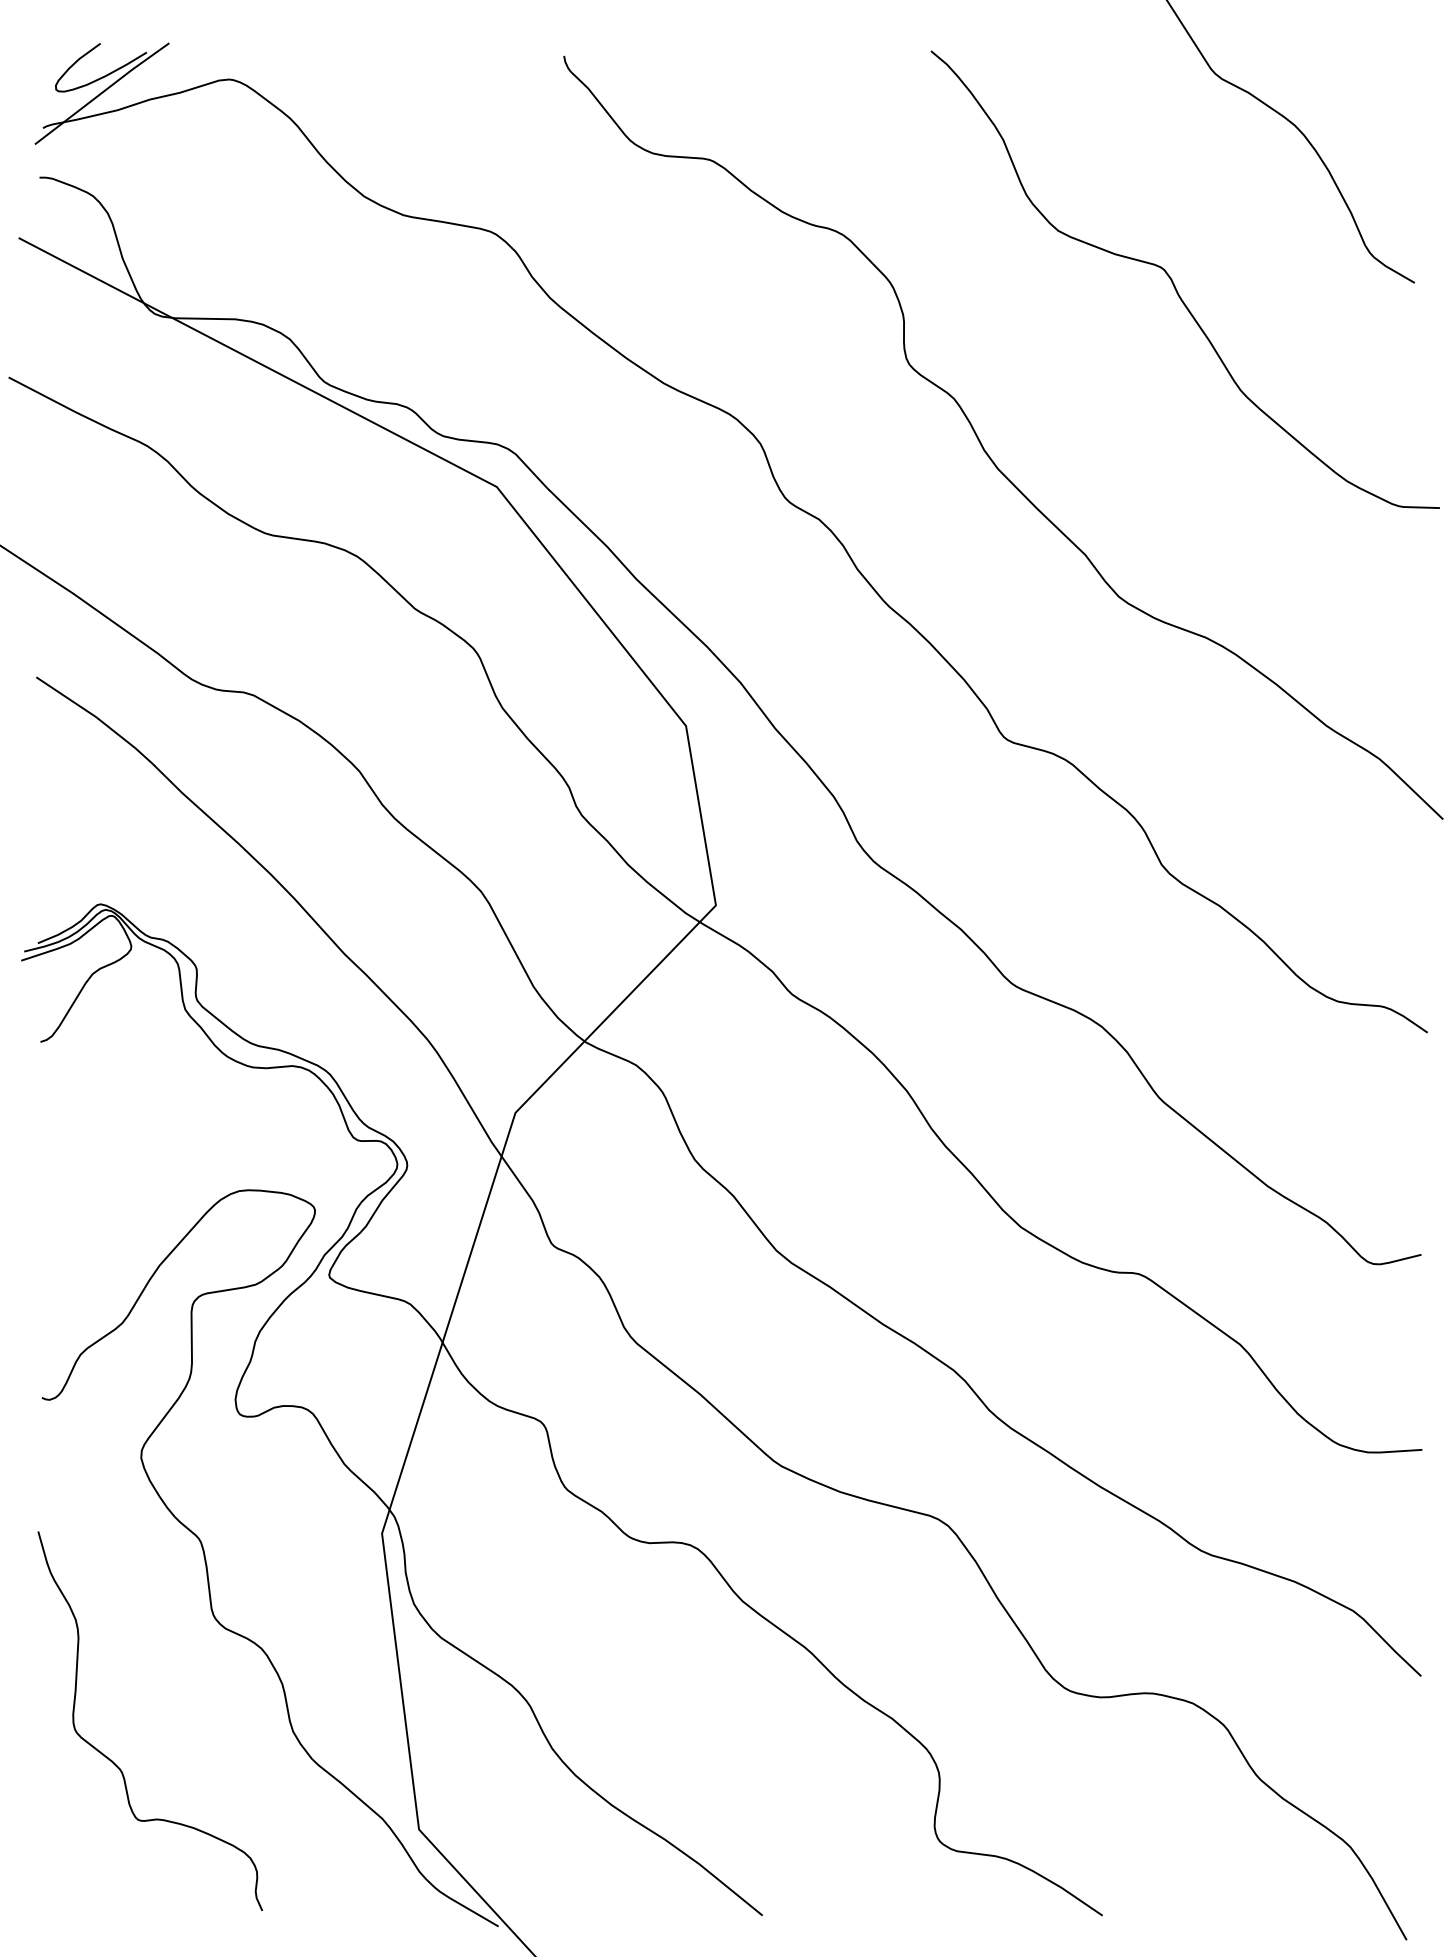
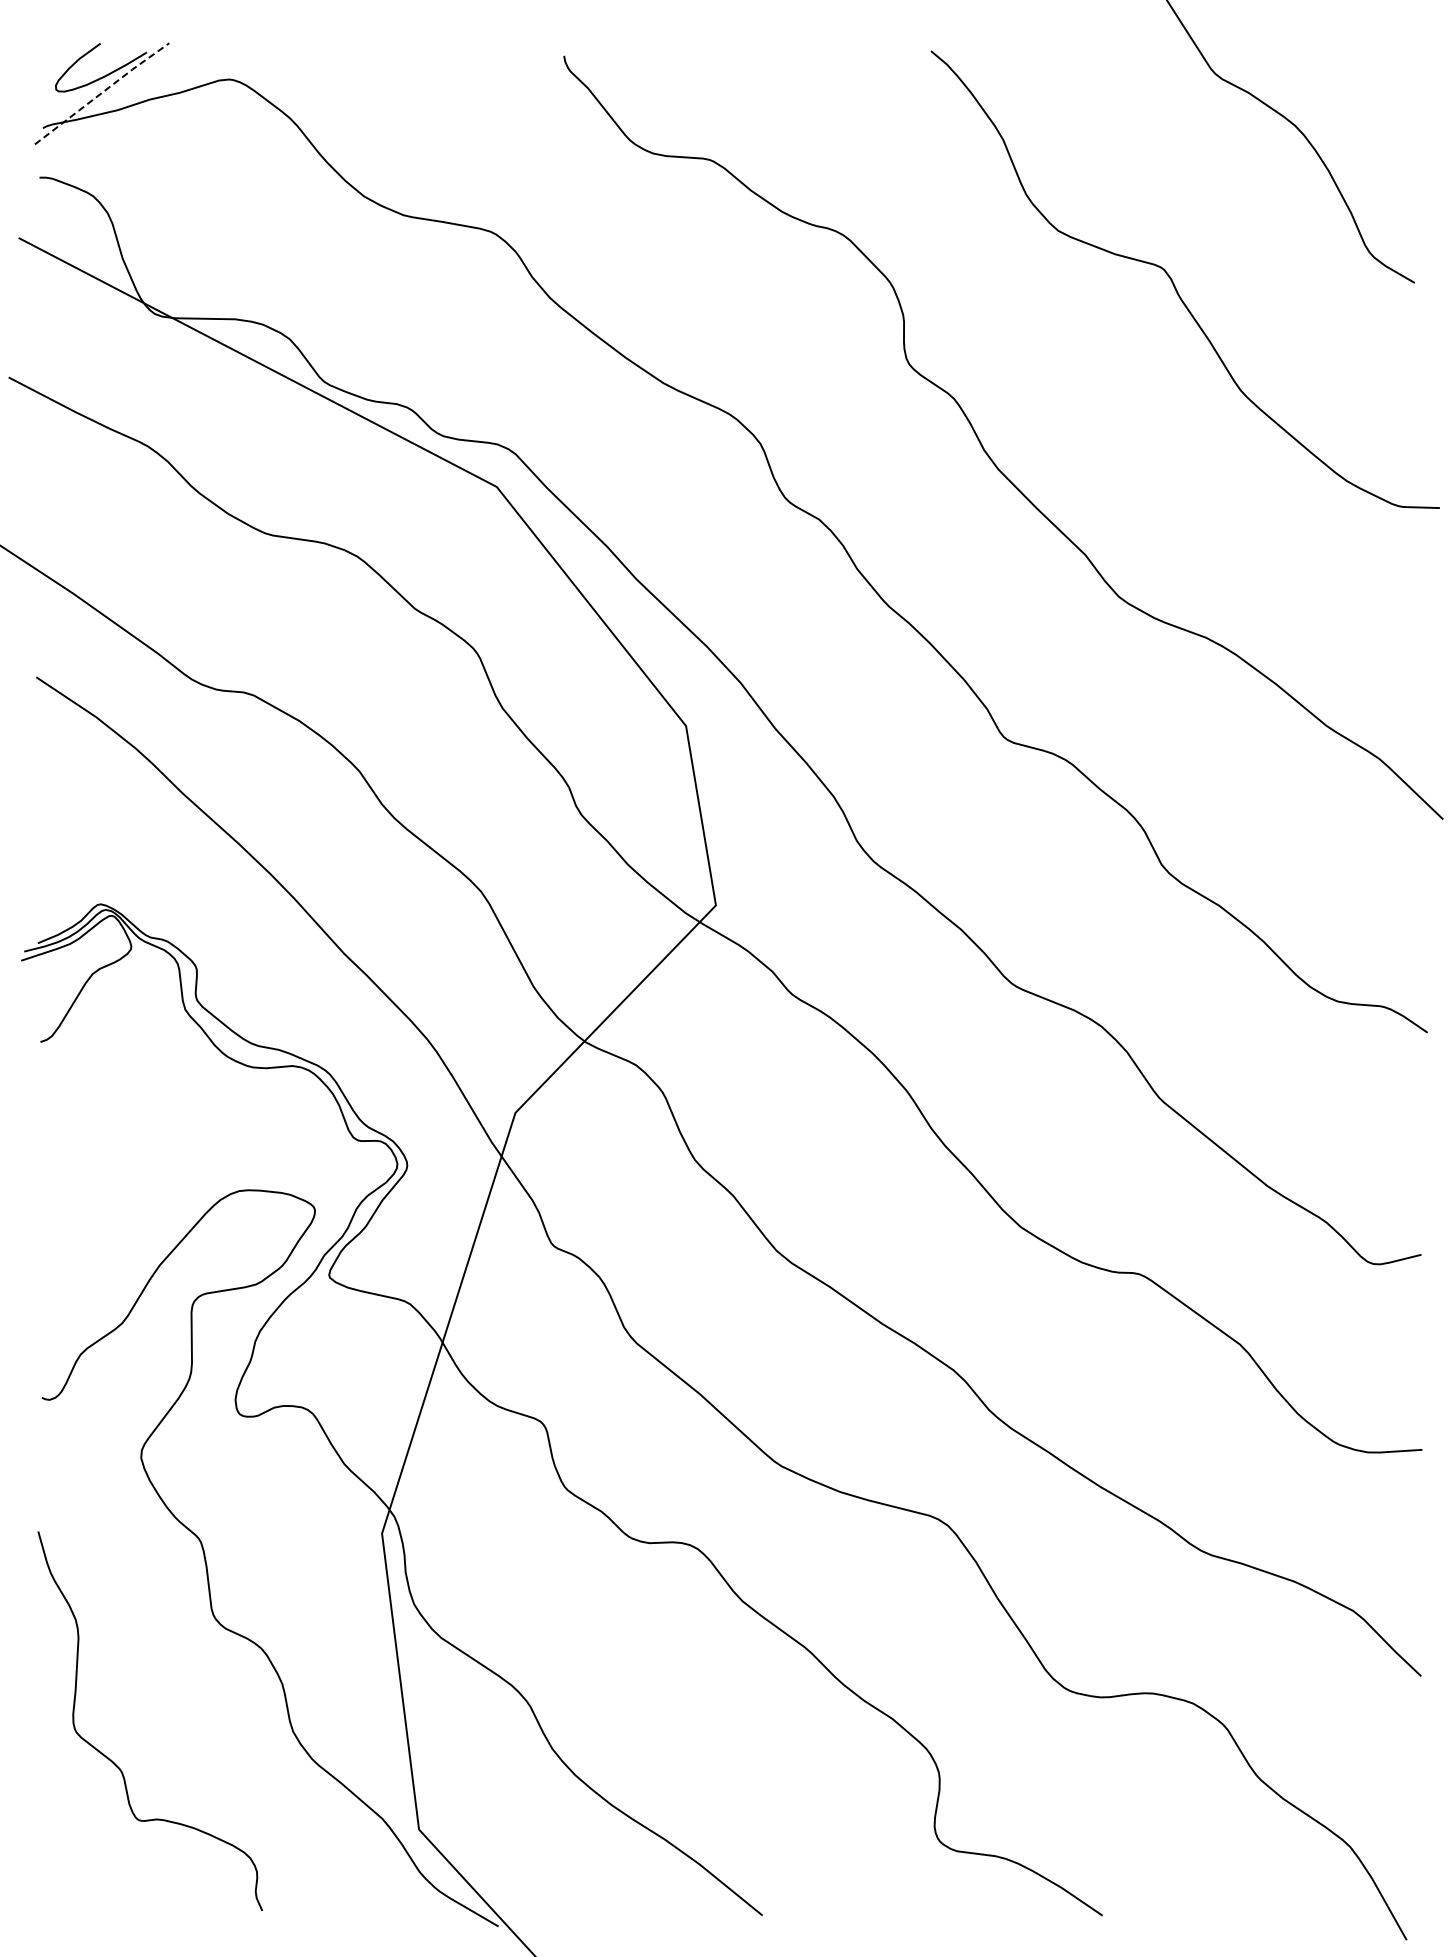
line at (102, 92): solid -> dashed
